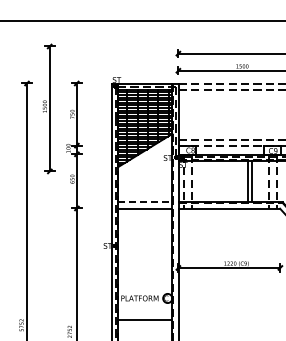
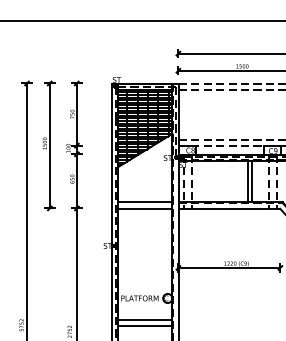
part at (48, 108) position: (48, 108) -> (48, 145)
line at (145, 202): dashed -> solid
line at (145, 326): none -> present
